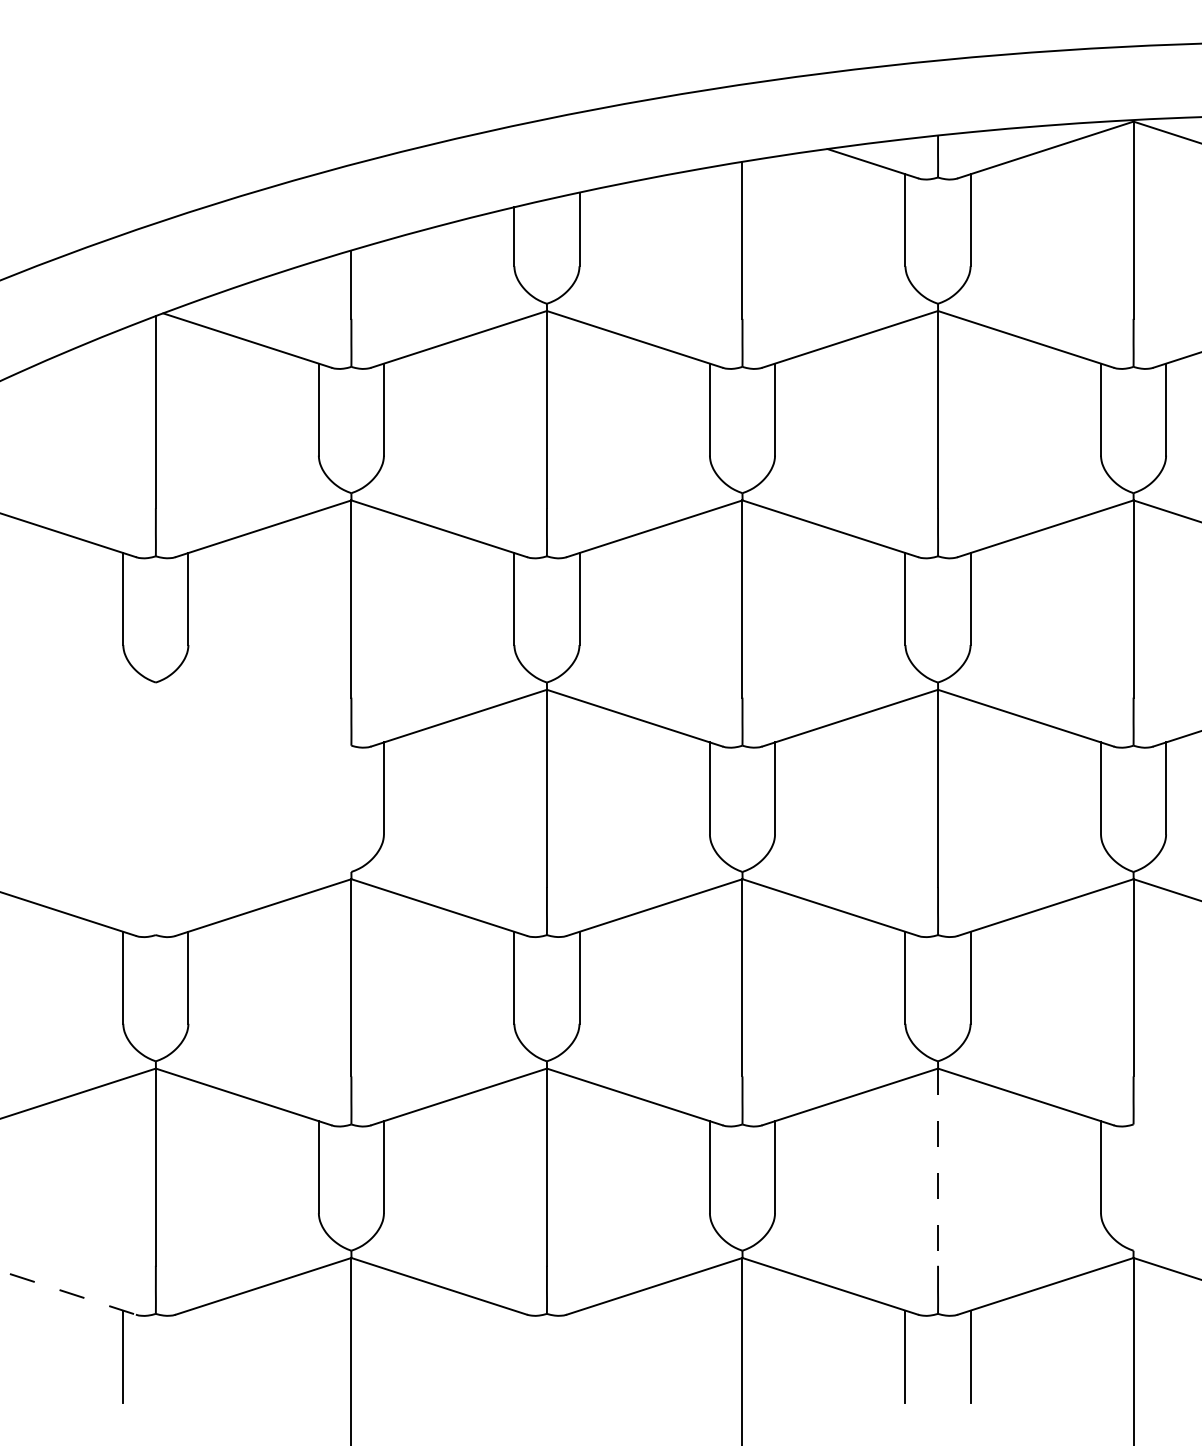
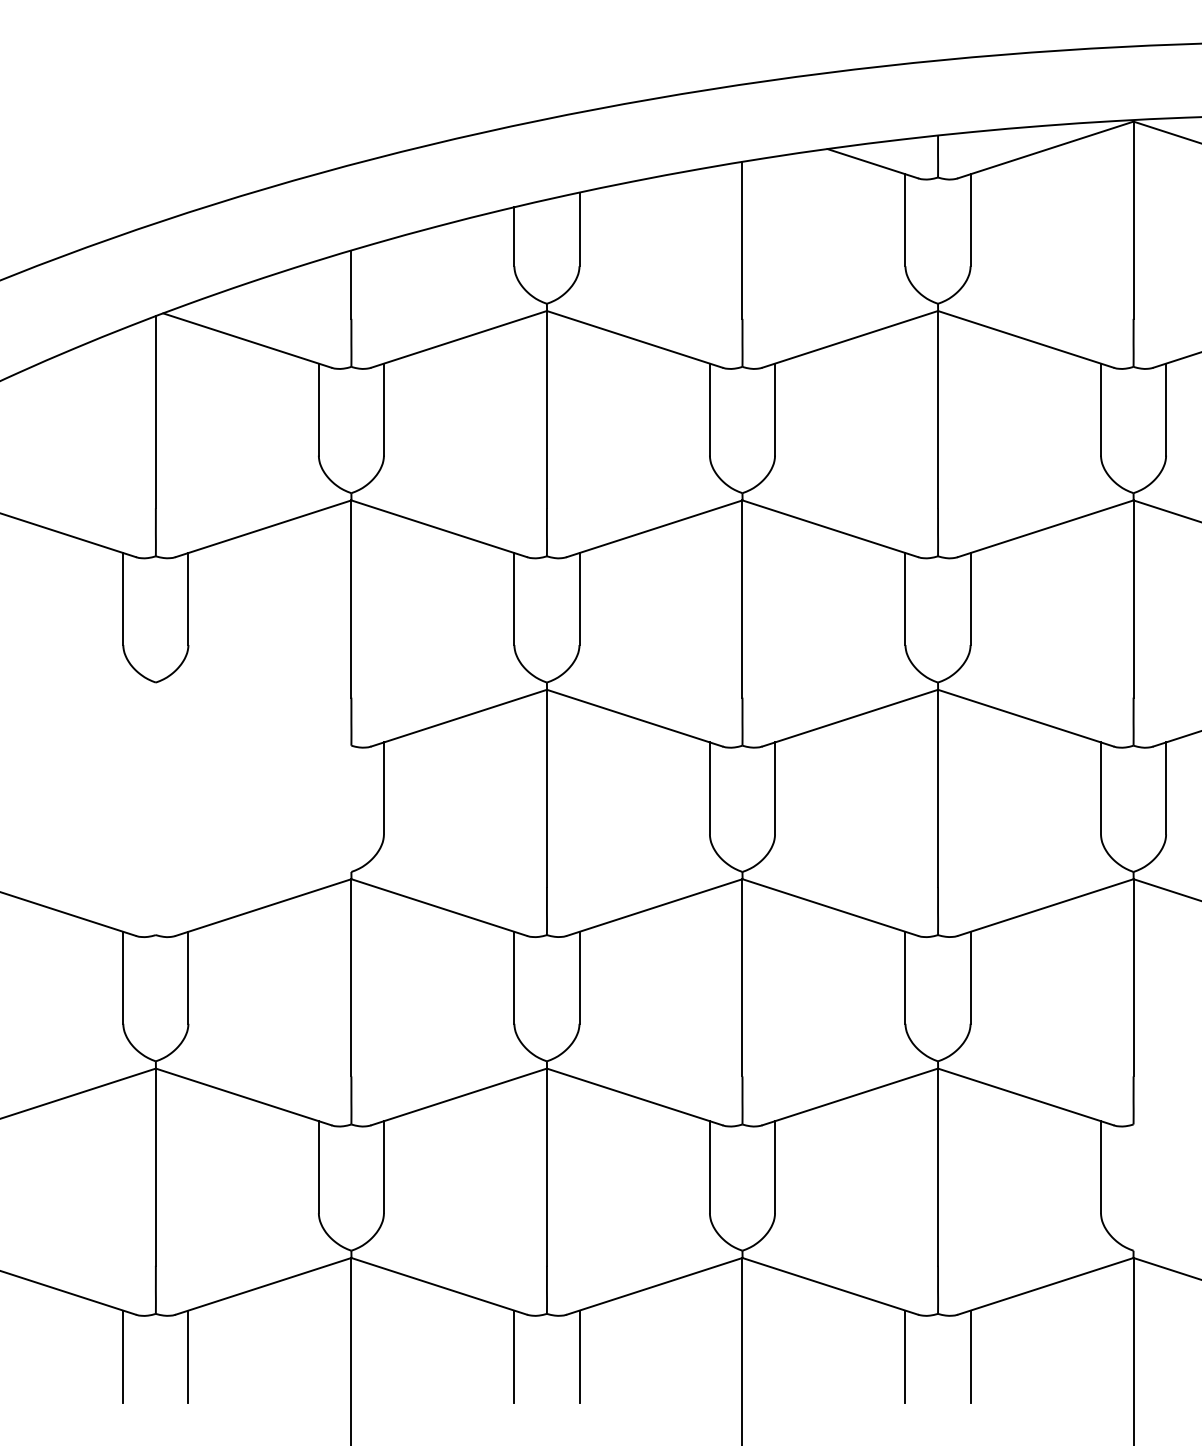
line at (938, 1167): dashed -> solid
line at (68, 1292): dashed -> solid
line at (188, 1356): none -> present
line at (514, 1356): none -> present
line at (579, 1356): none -> present
